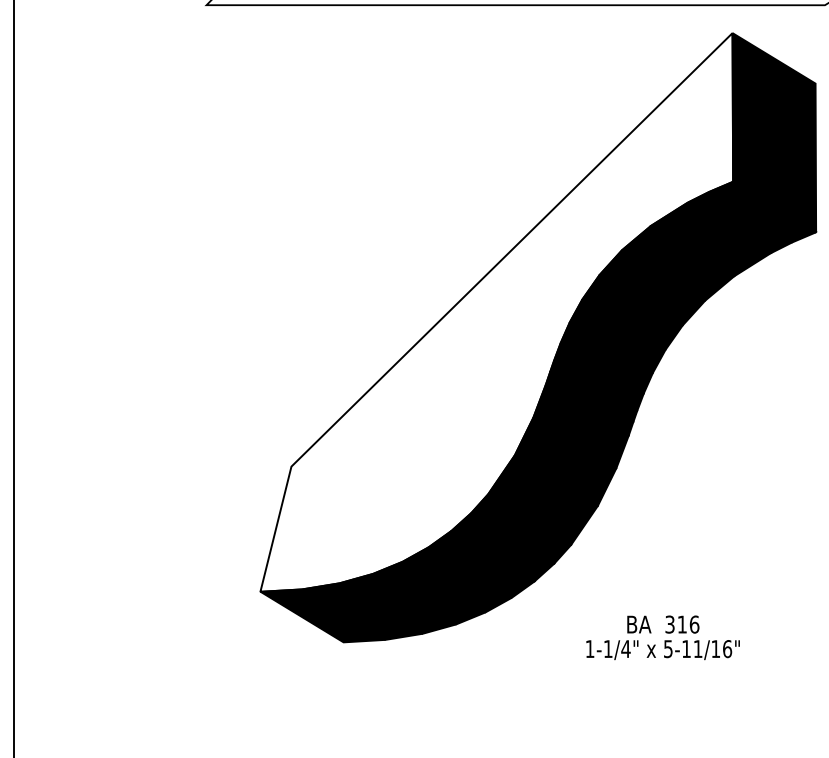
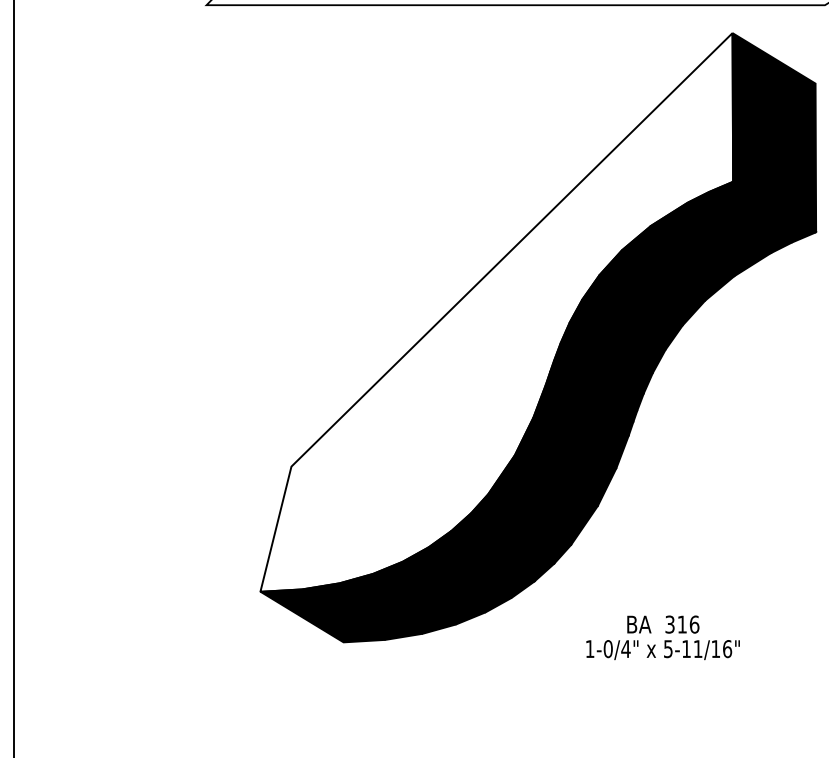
text at (607, 649): 1-1/4" -> 1-0/4"
